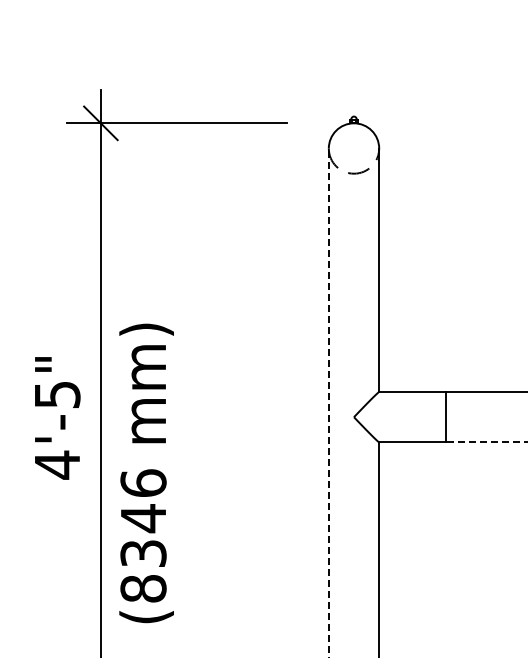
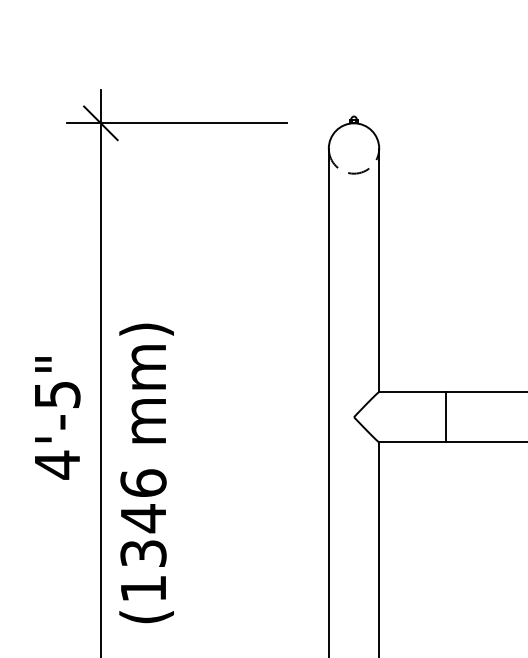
line at (328, 403): dashed -> solid
line at (486, 442): dashed -> solid
text at (143, 588): (8346 -> (1346
